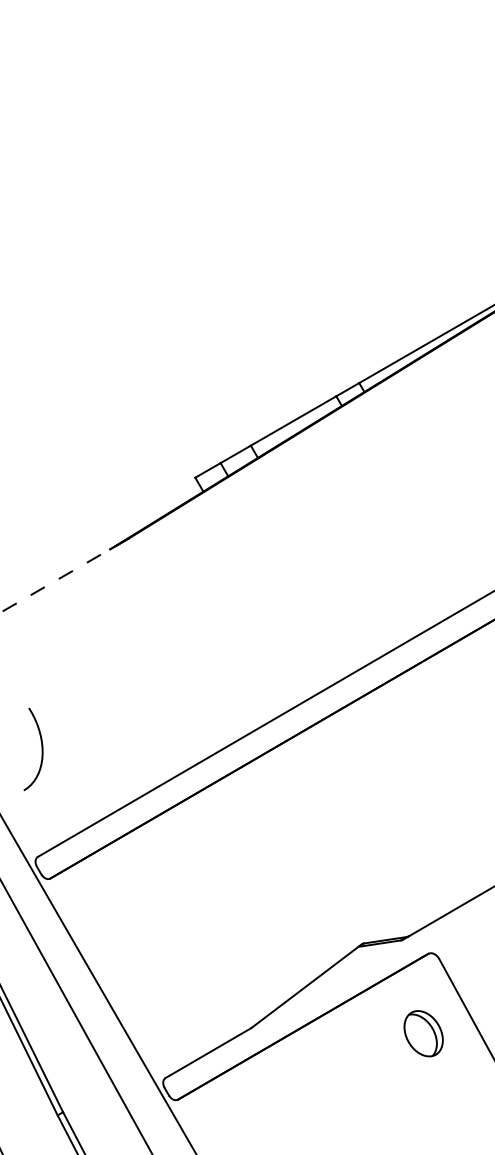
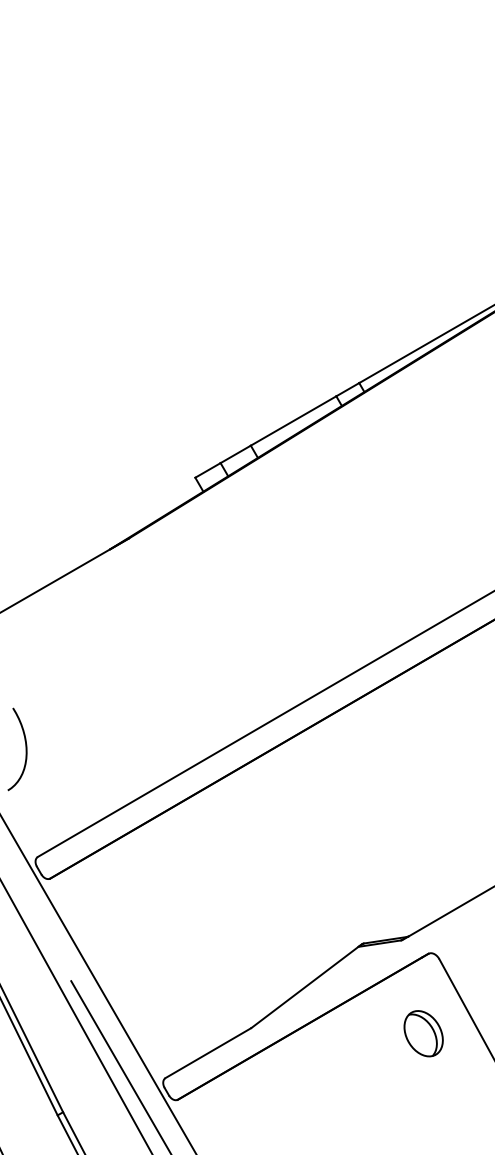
line at (64, 575): dashed -> solid
curve at (41, 749) position: (41, 749) -> (25, 749)
line at (120, 1066): none -> present
